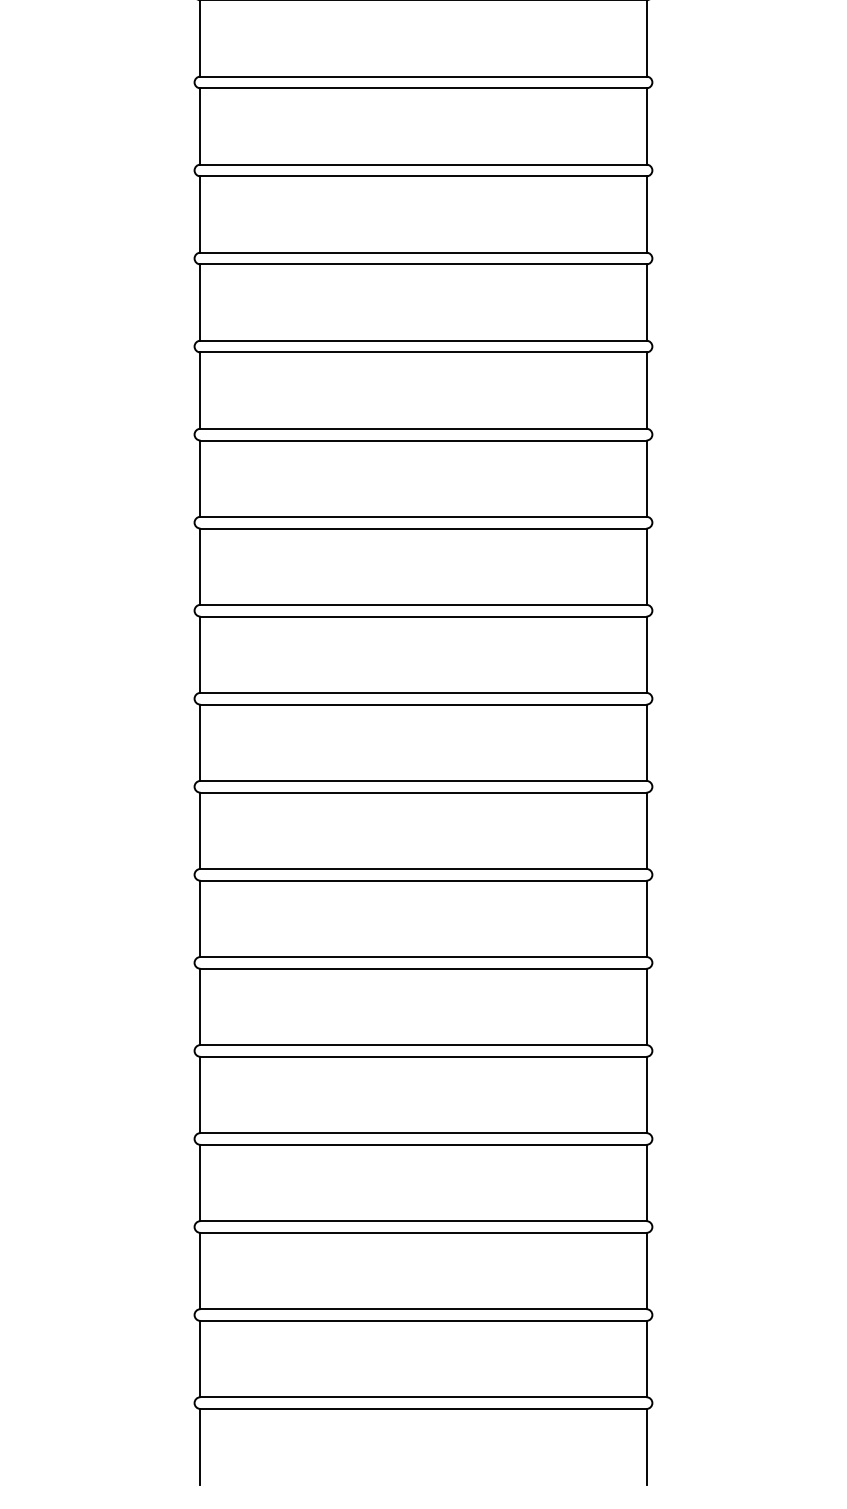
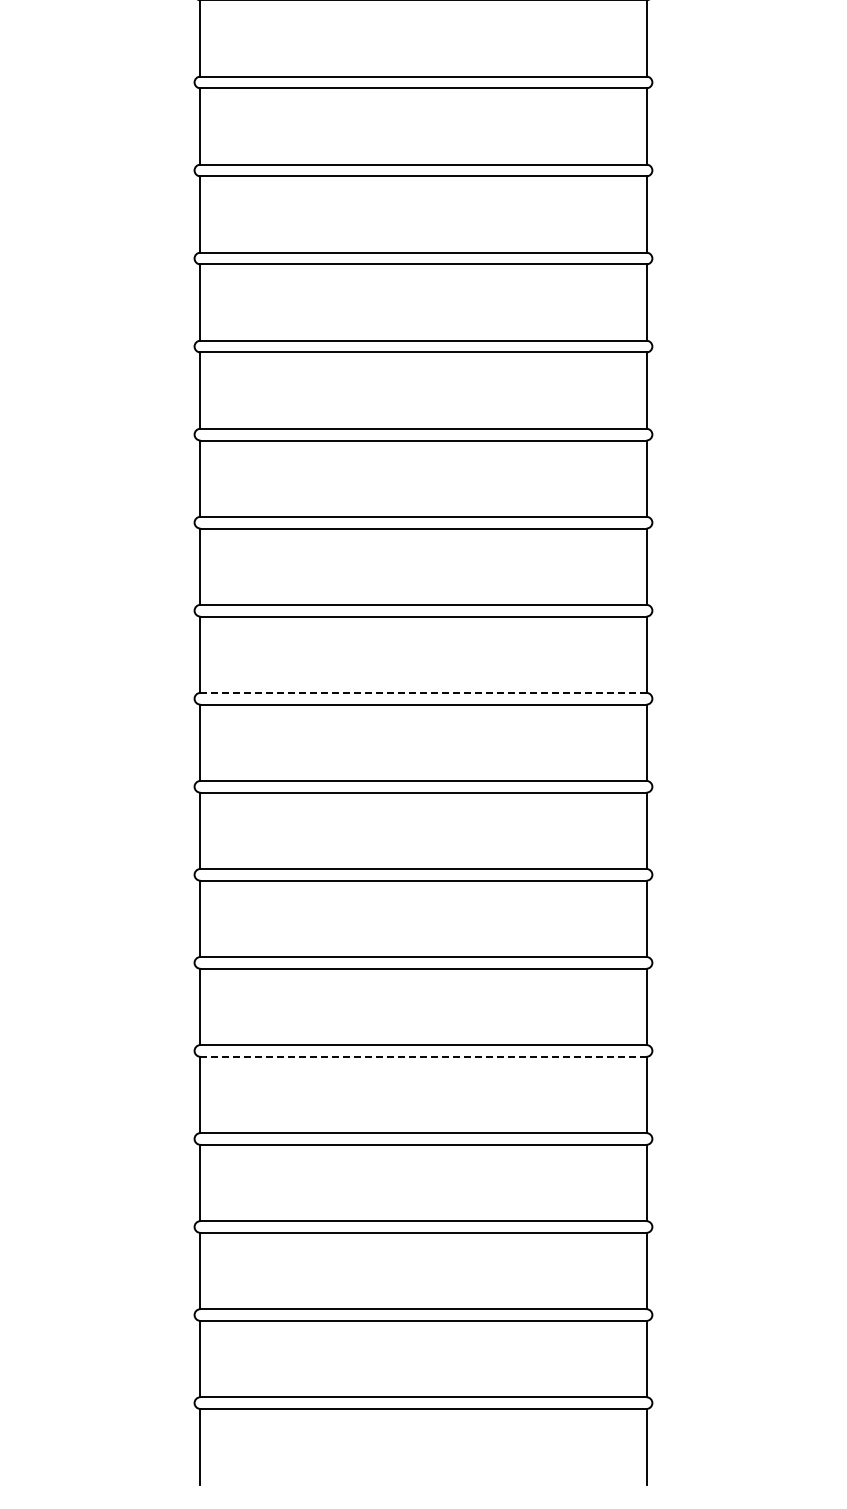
line at (422, 692): solid -> dashed
line at (423, 1056): solid -> dashed
